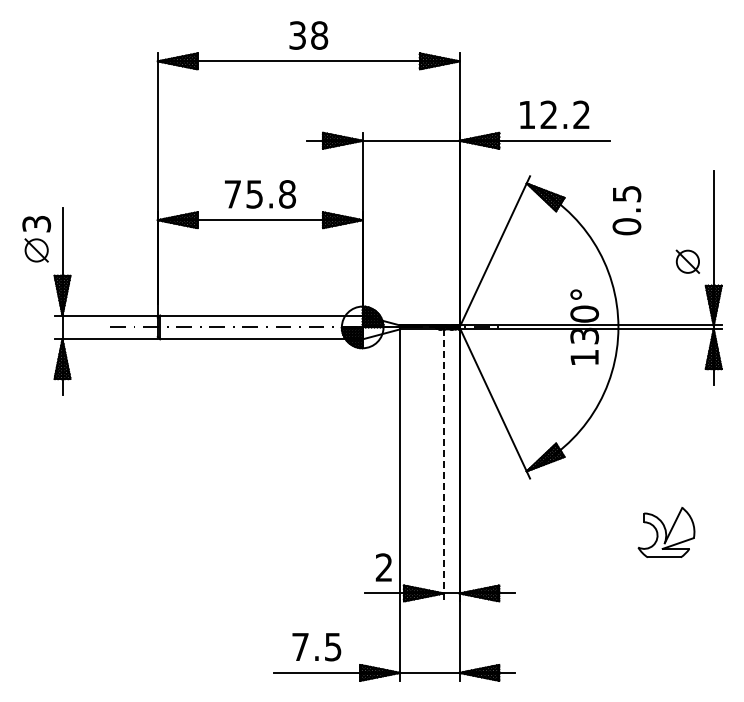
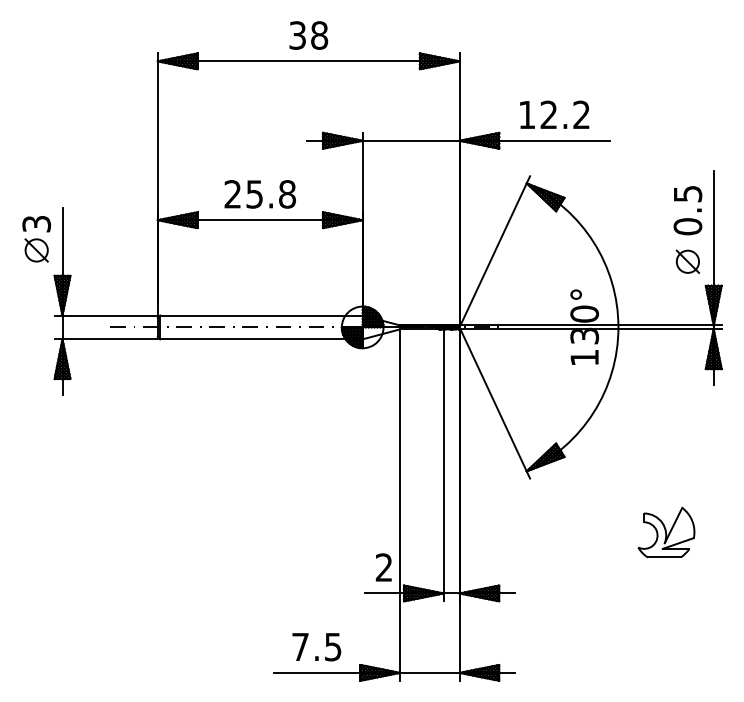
text at (232, 194): 75.8 -> 25.8
text at (626, 210) position: (626, 210) -> (687, 210)
line at (443, 465): dashed -> solid
